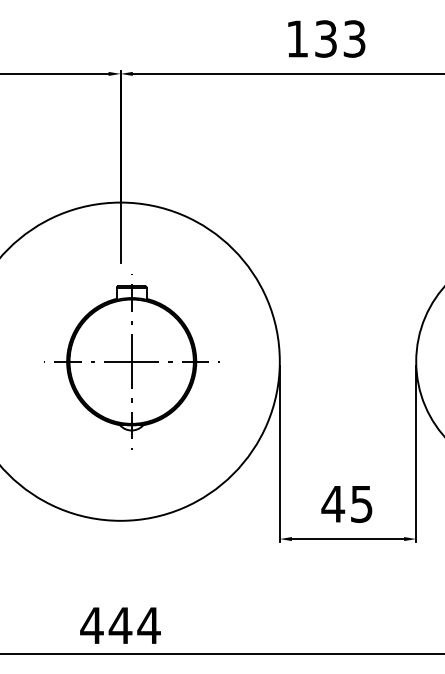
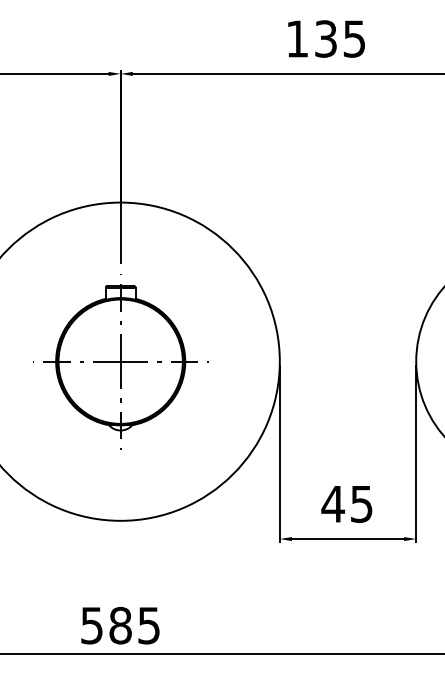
text at (354, 38): 133 -> 135
part at (131, 361) position: (131, 361) -> (120, 361)
text at (120, 625): 444 -> 585
